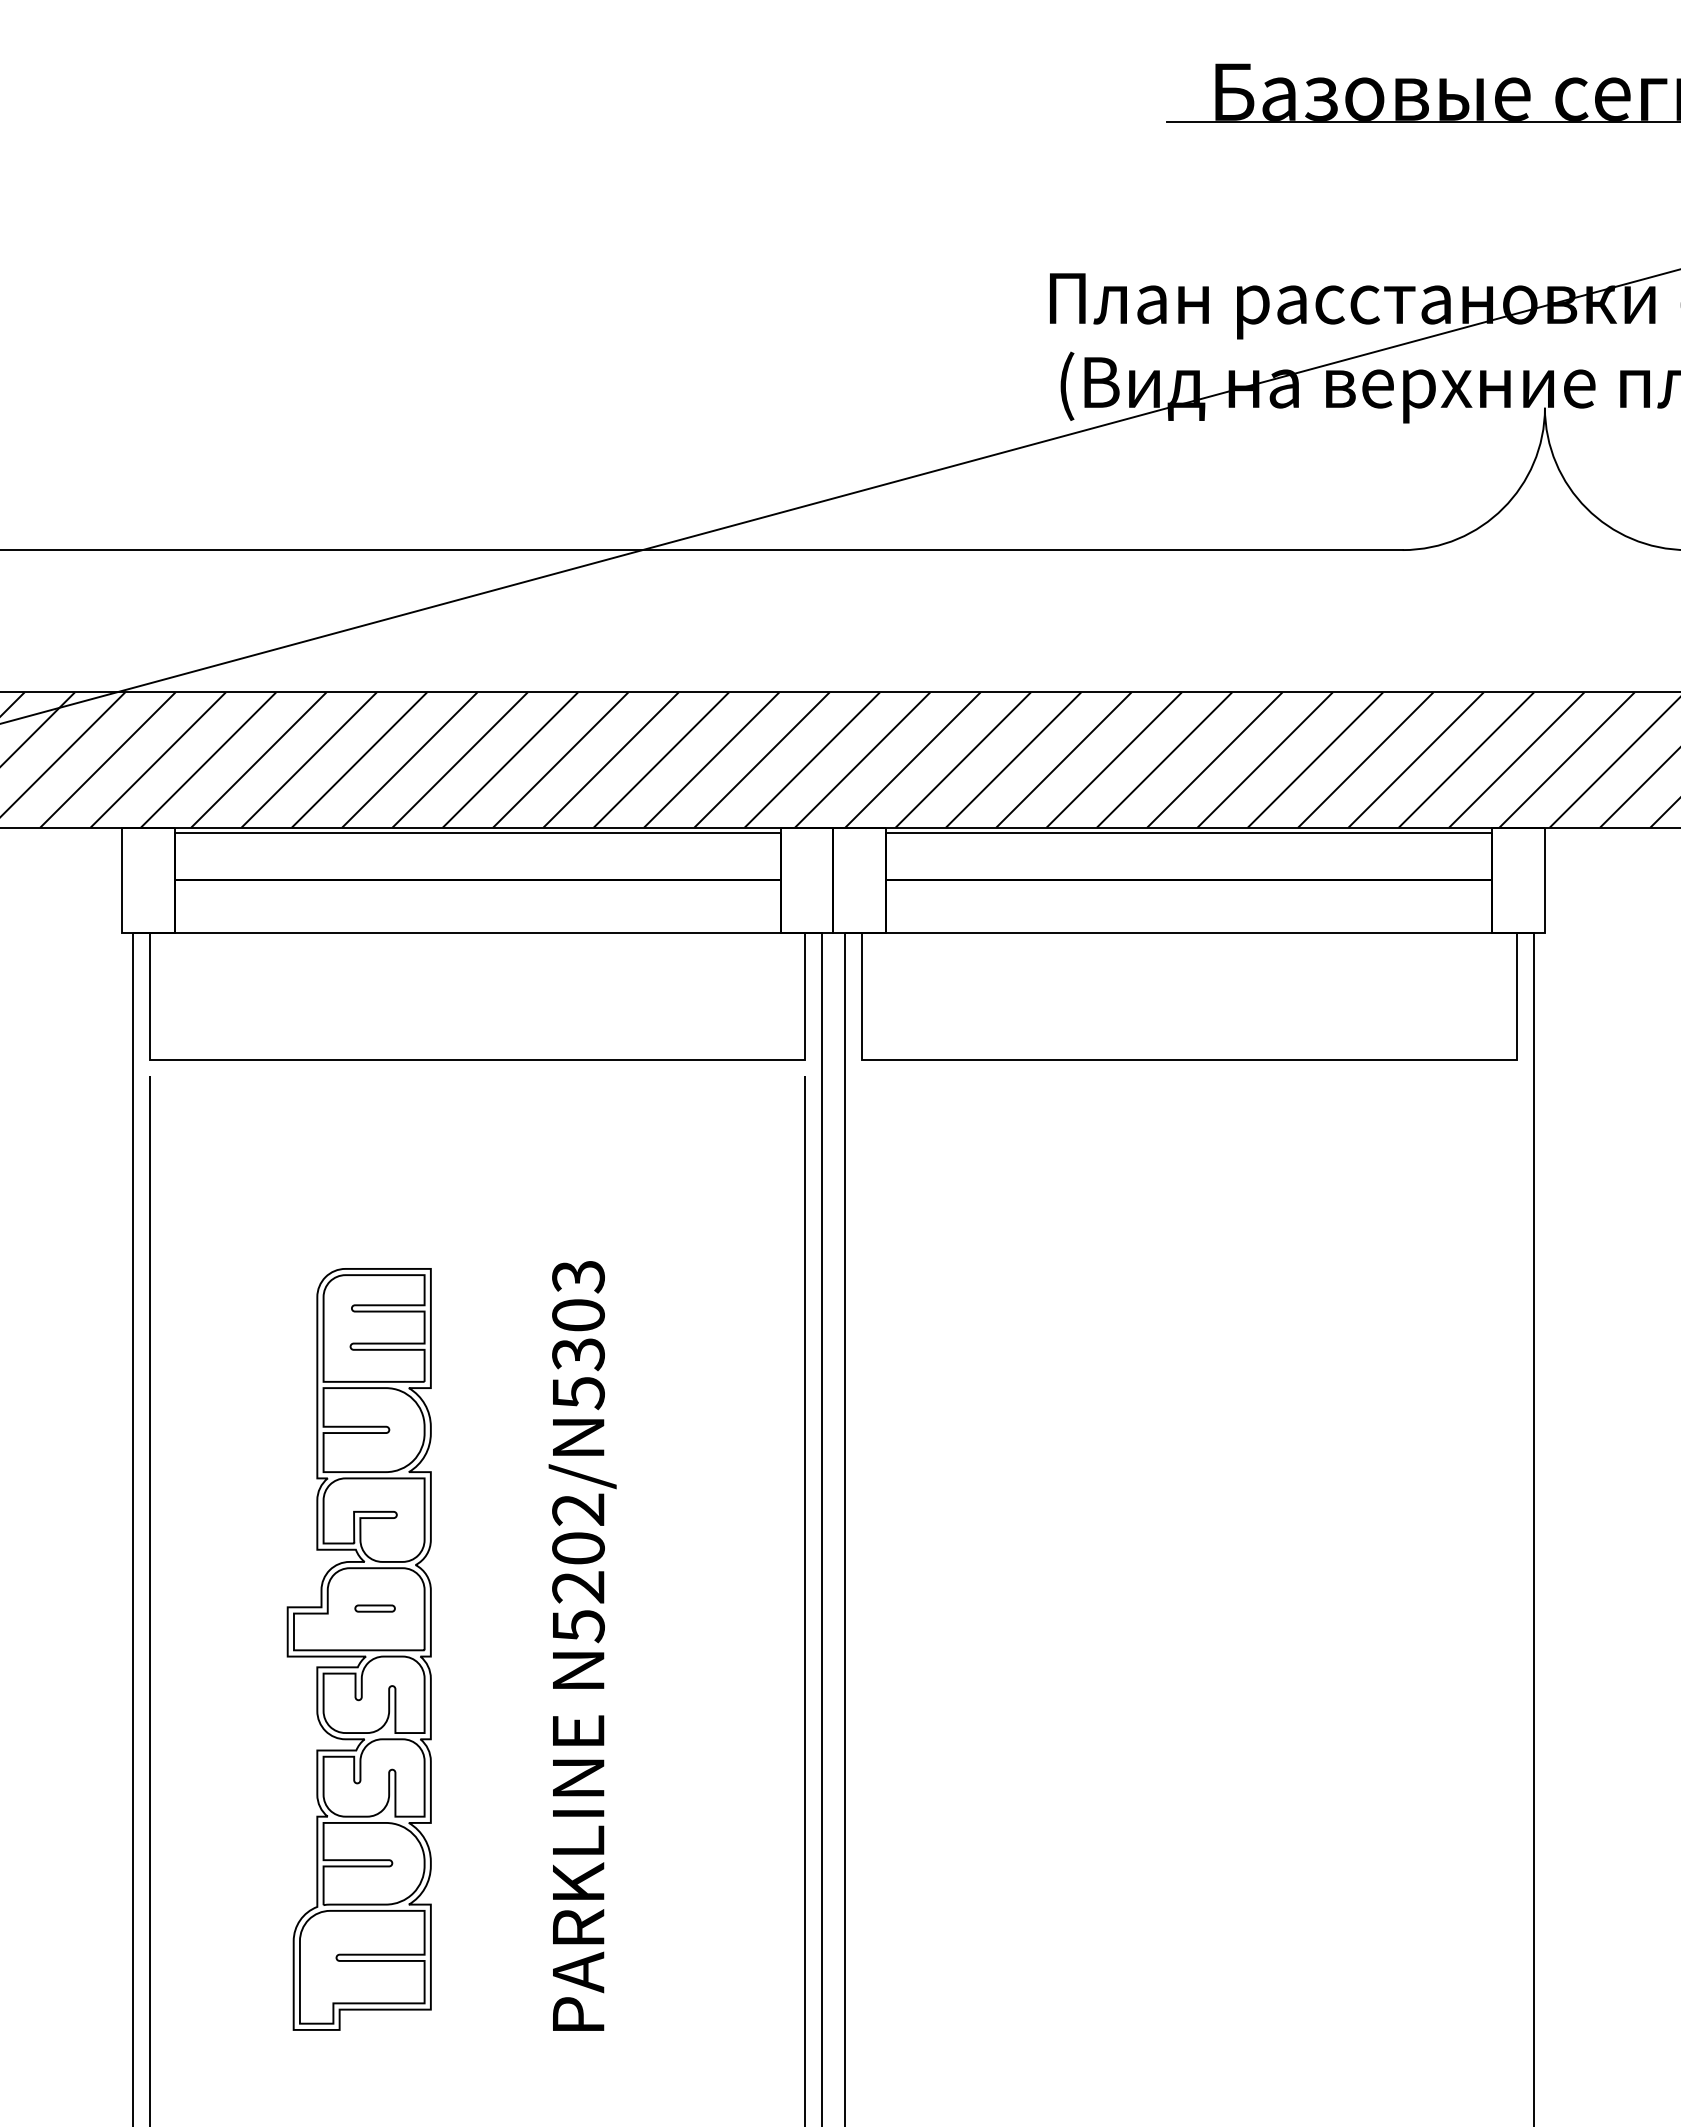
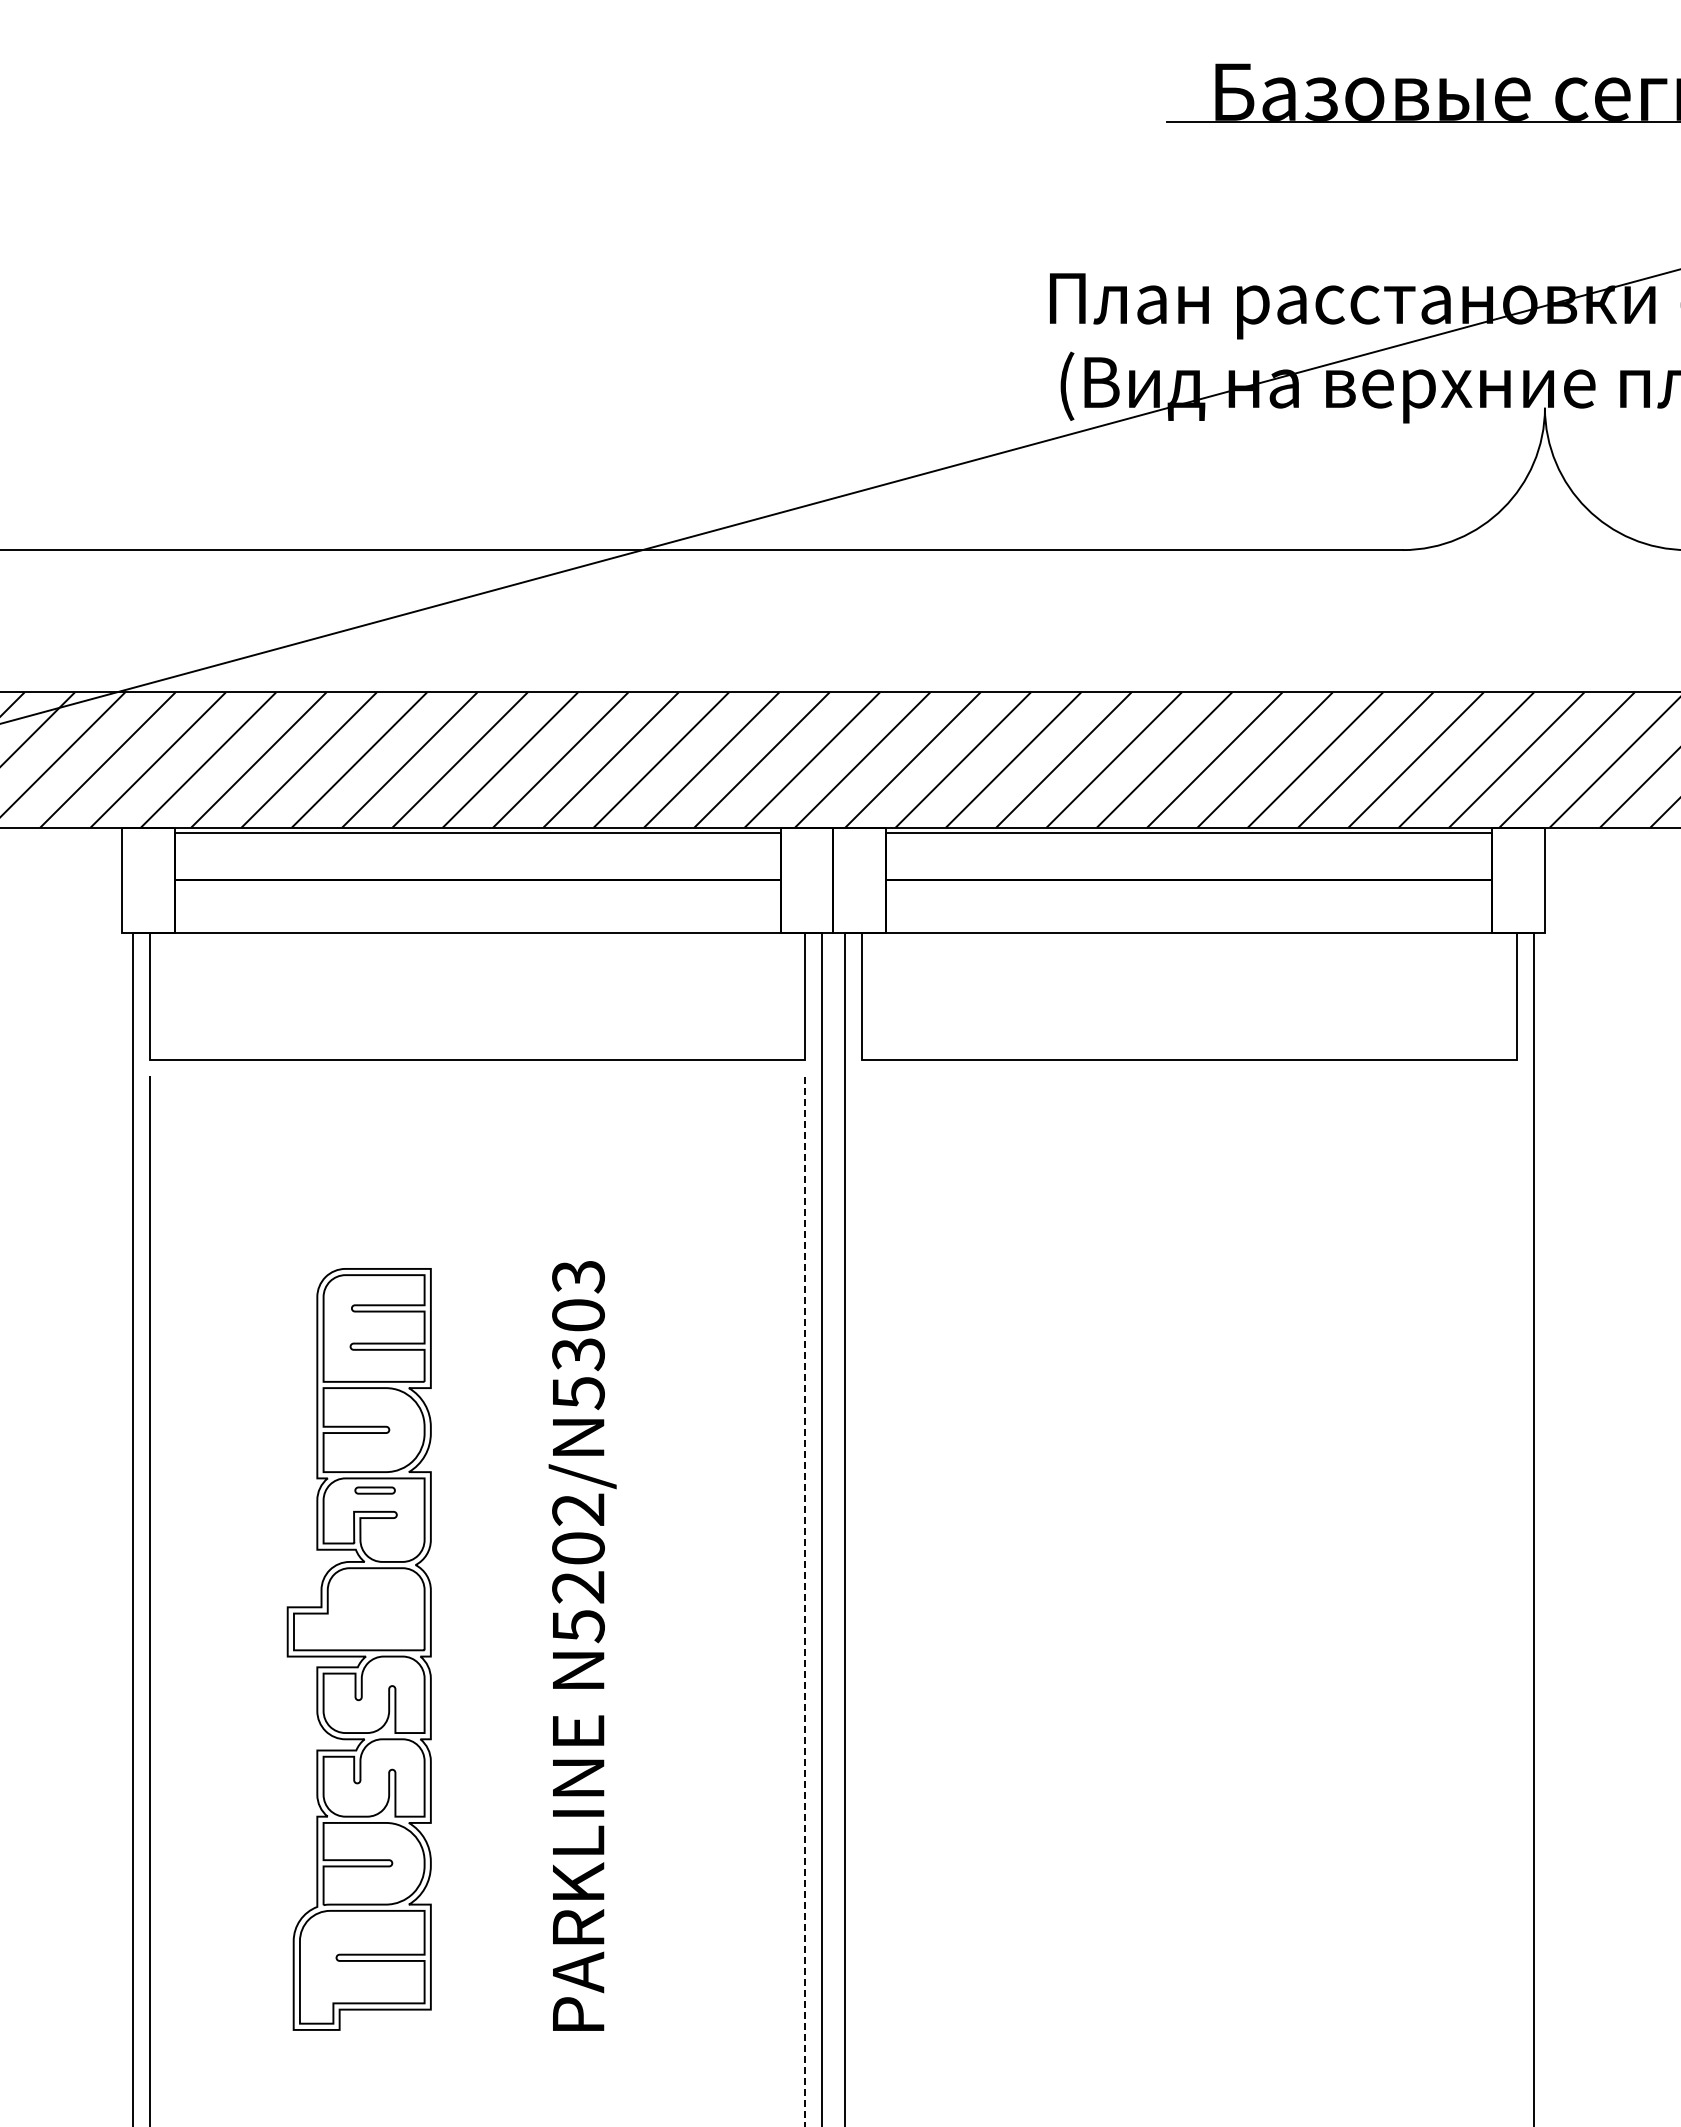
line at (804, 1600): solid -> dashed
part at (374, 1608) position: (374, 1608) -> (374, 1490)
